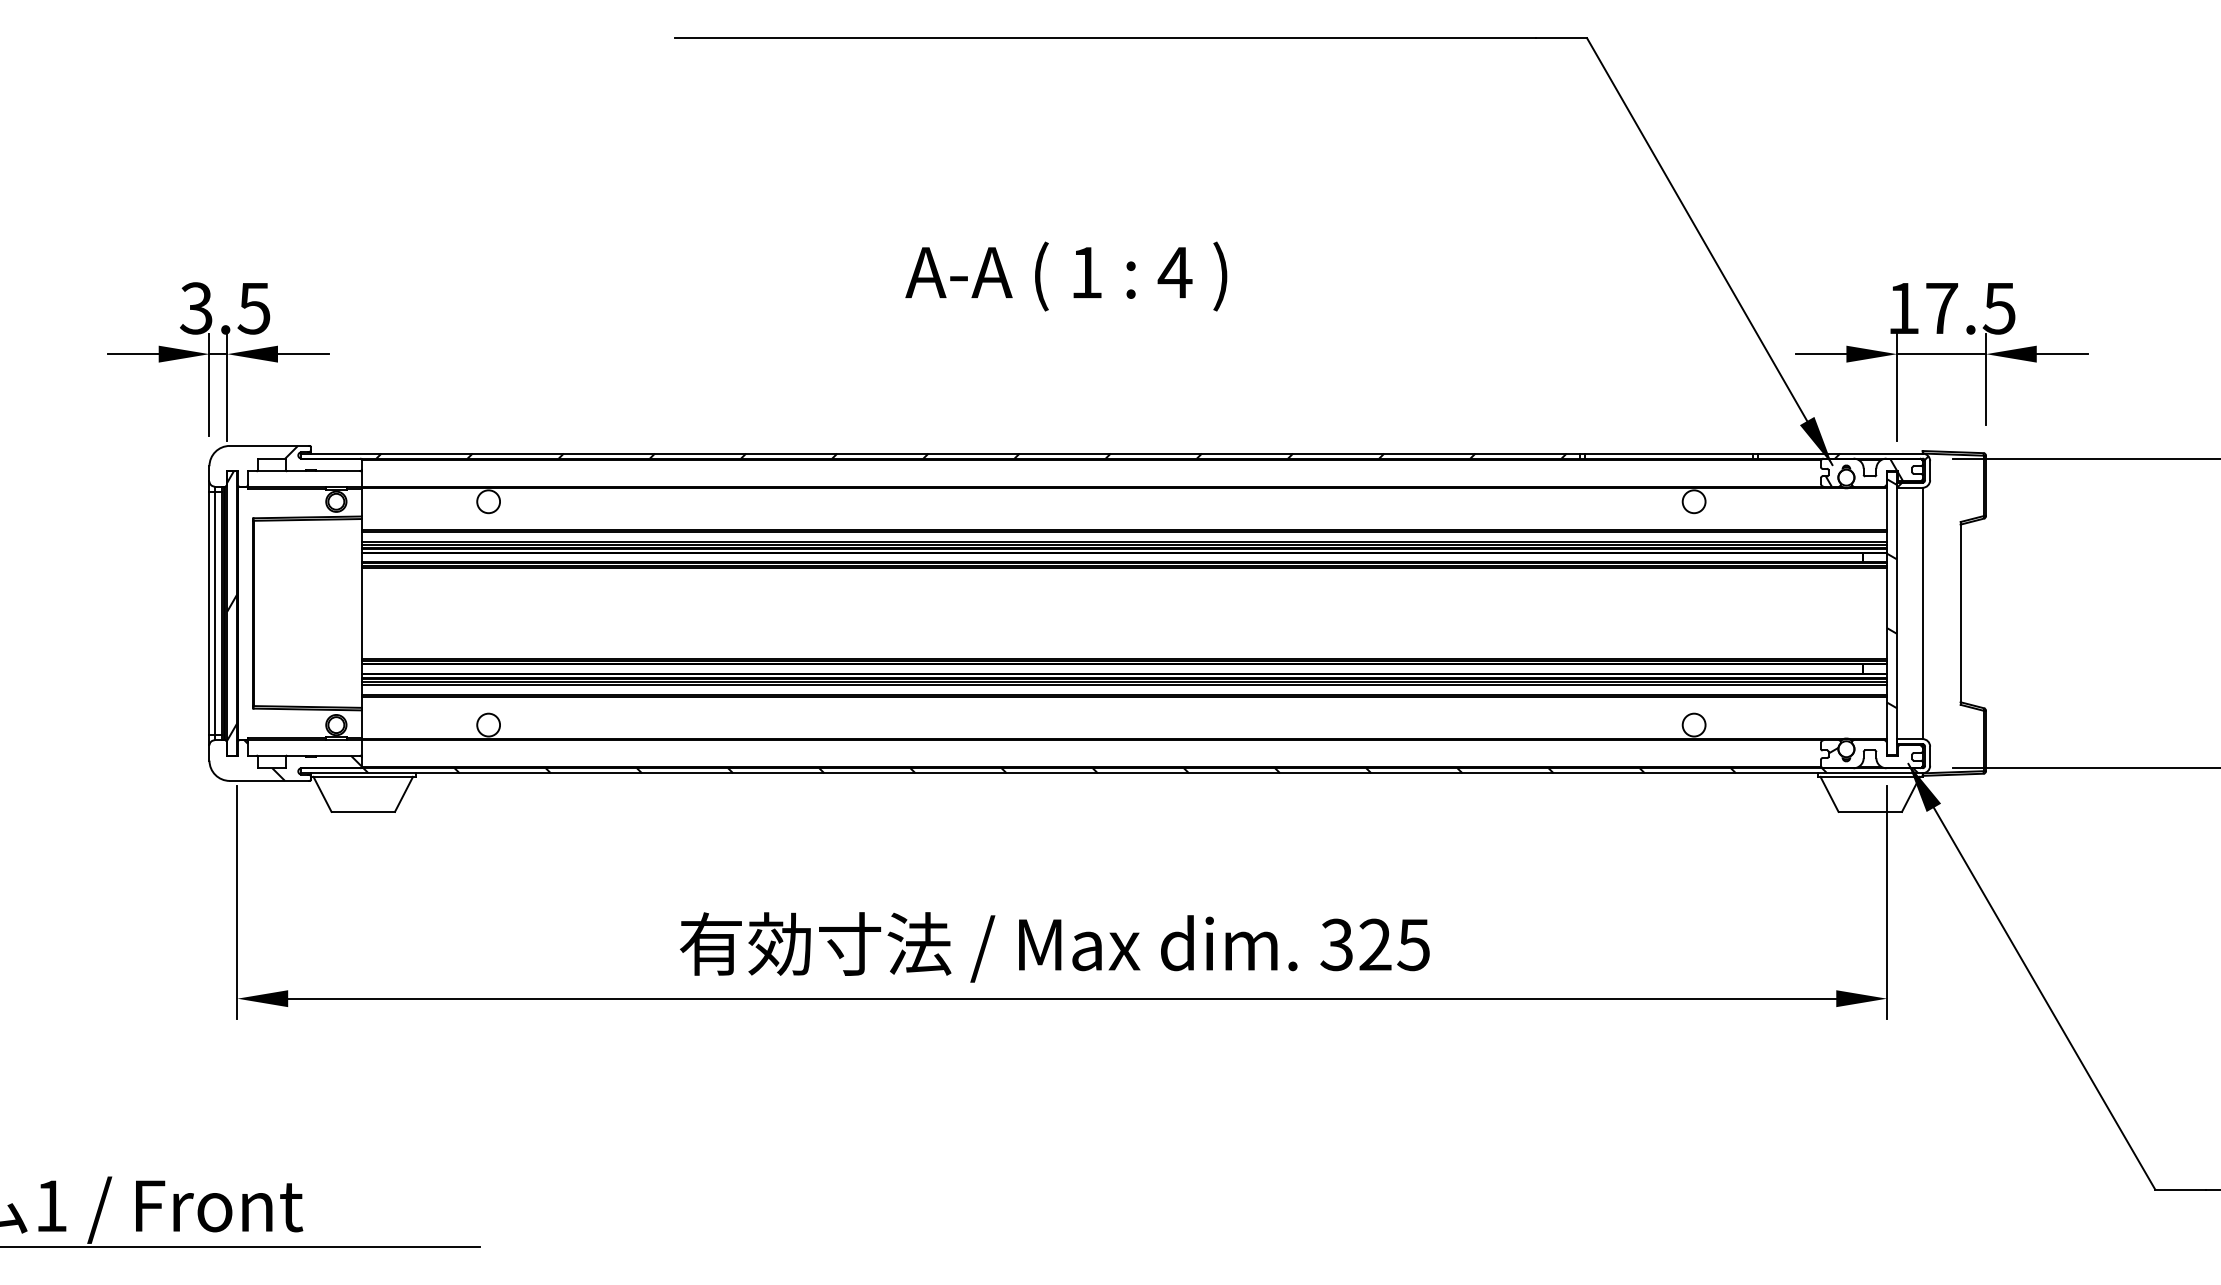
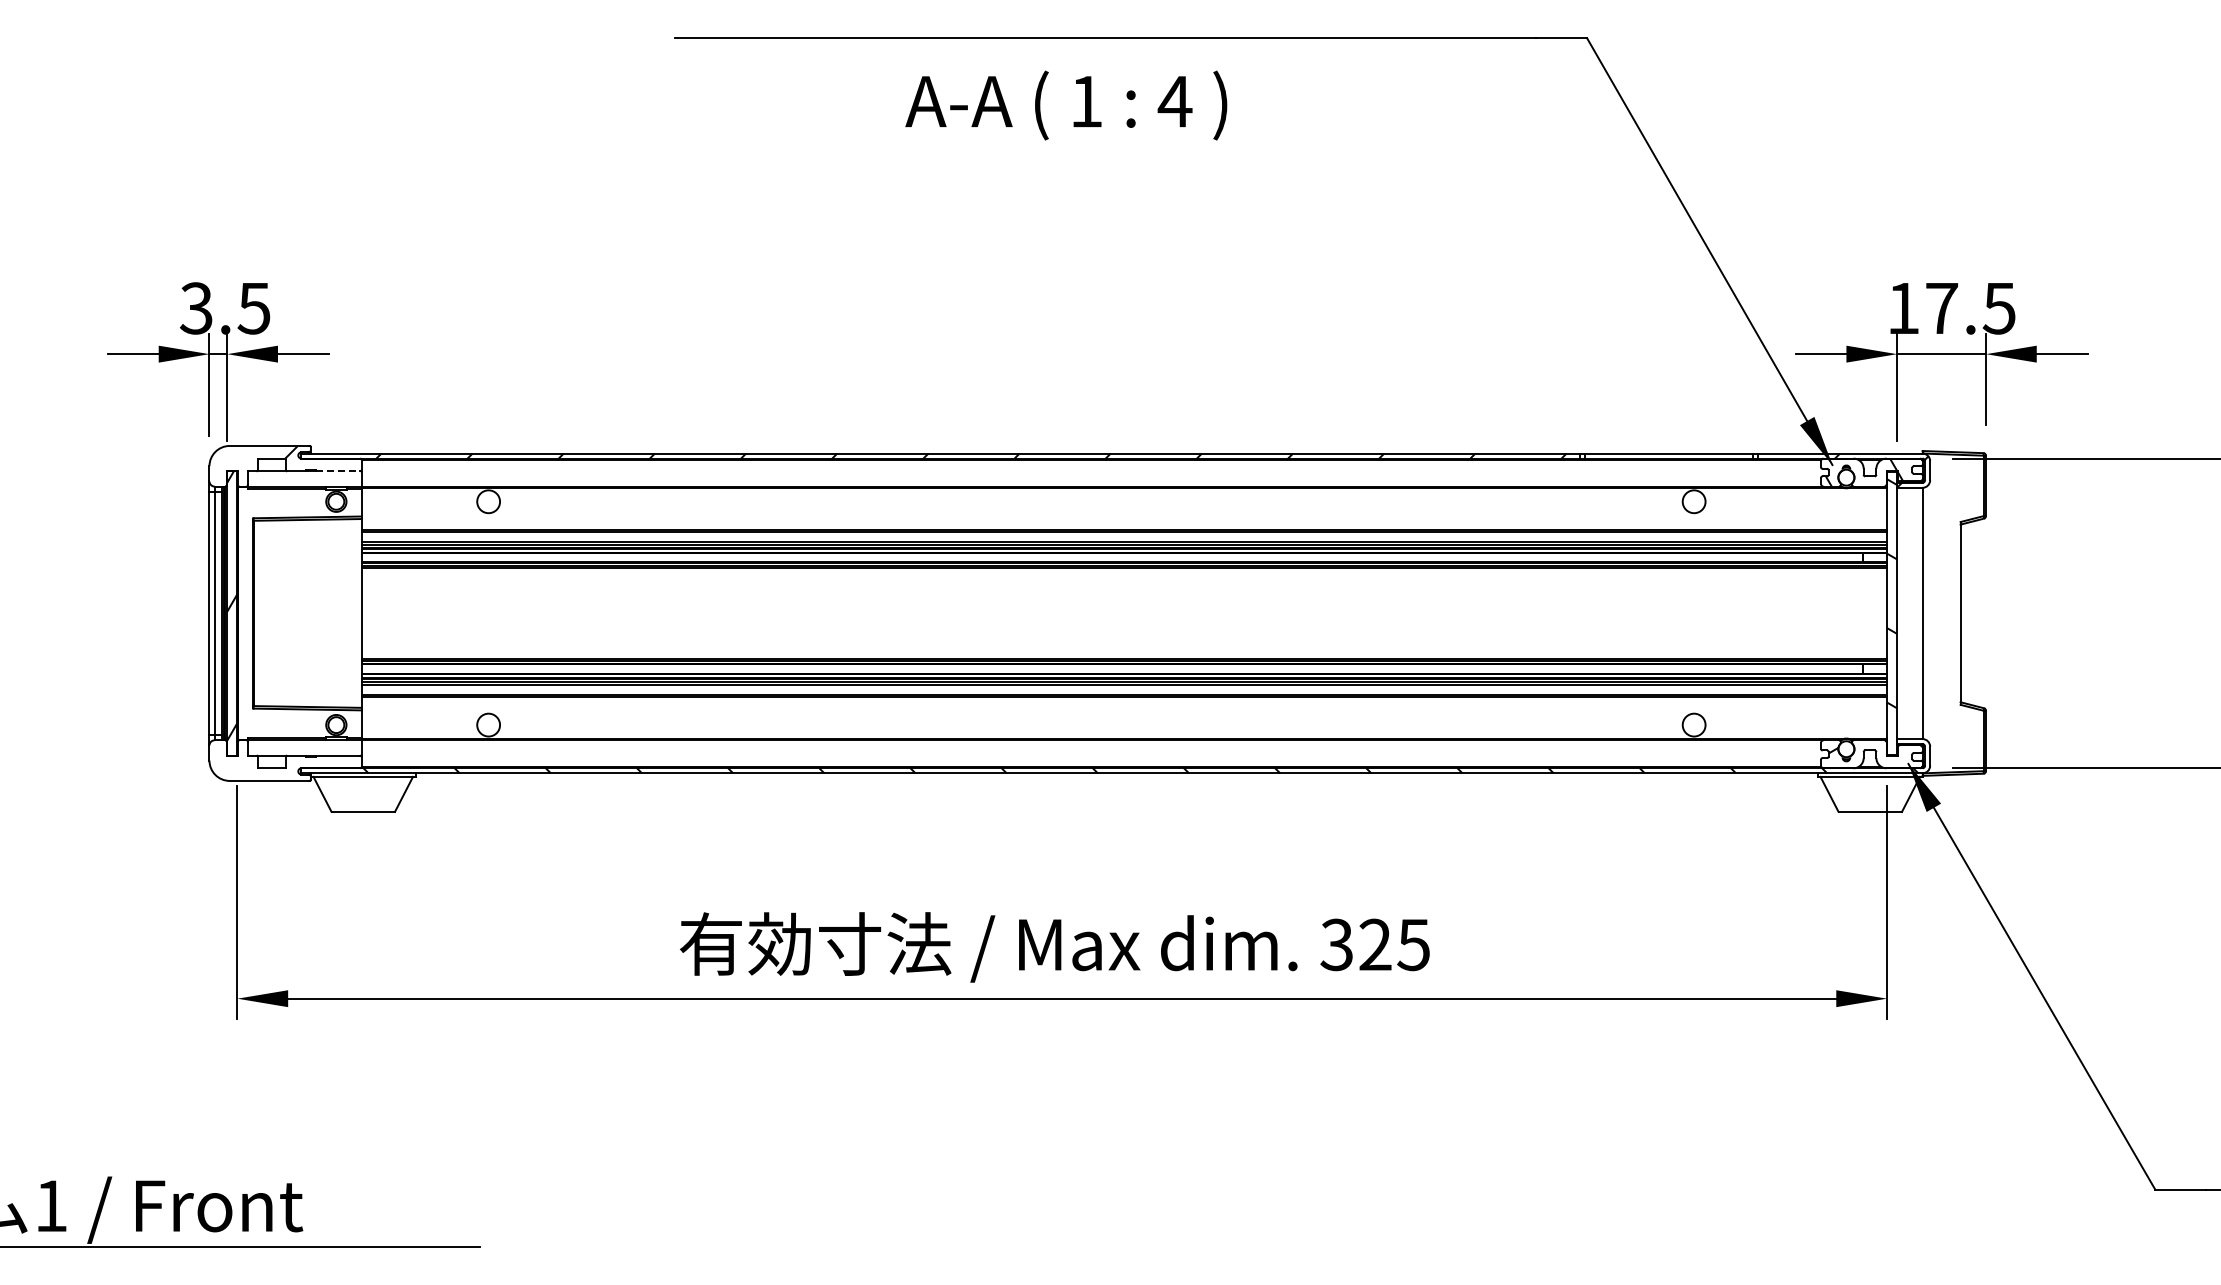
text at (1066, 276) position: (1066, 276) -> (1066, 105)
line at (338, 471): solid -> dashed
hatch at (302, 760): present -> none
